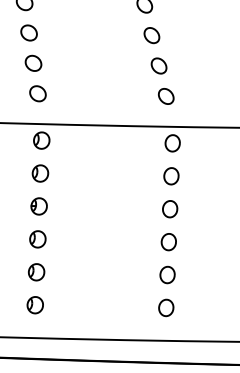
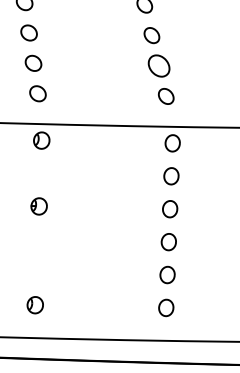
part at (158, 65) size: 18x18 px -> 24x24 px
part at (40, 173): present -> none
part at (37, 239): present -> none
part at (36, 272): present -> none
